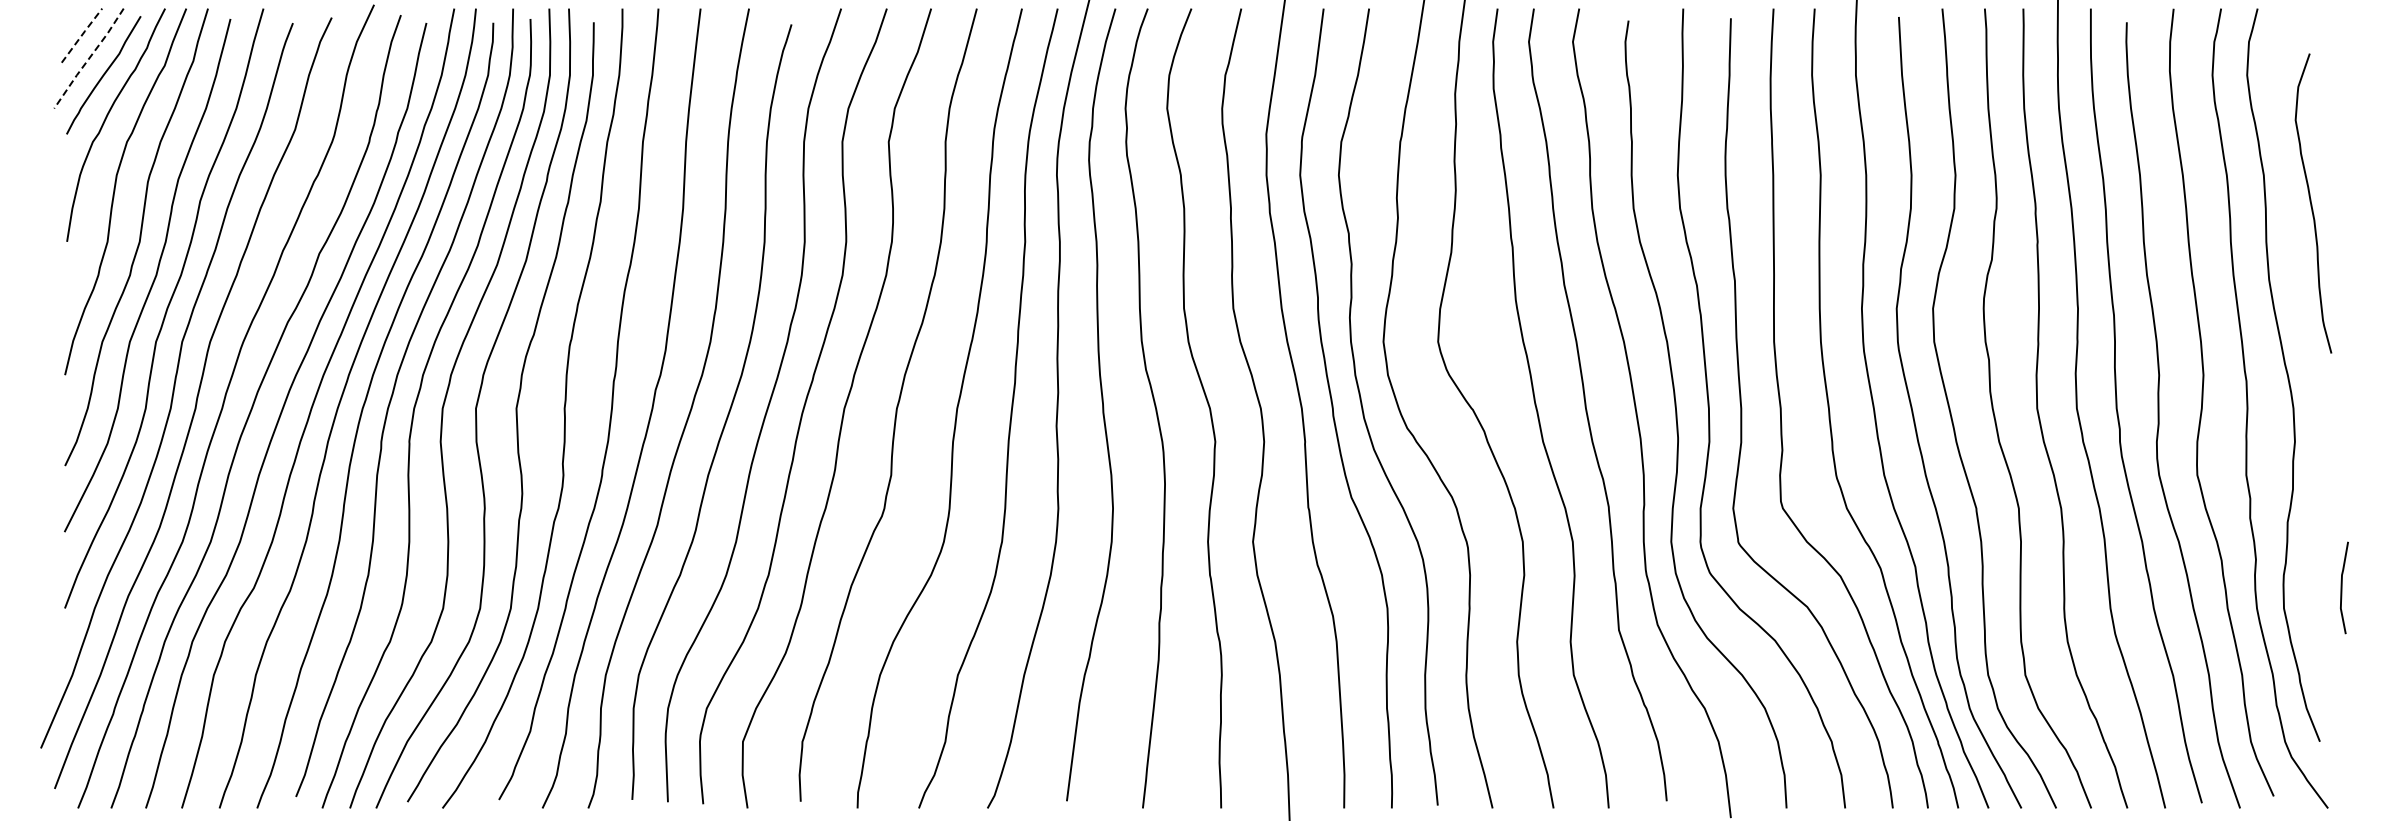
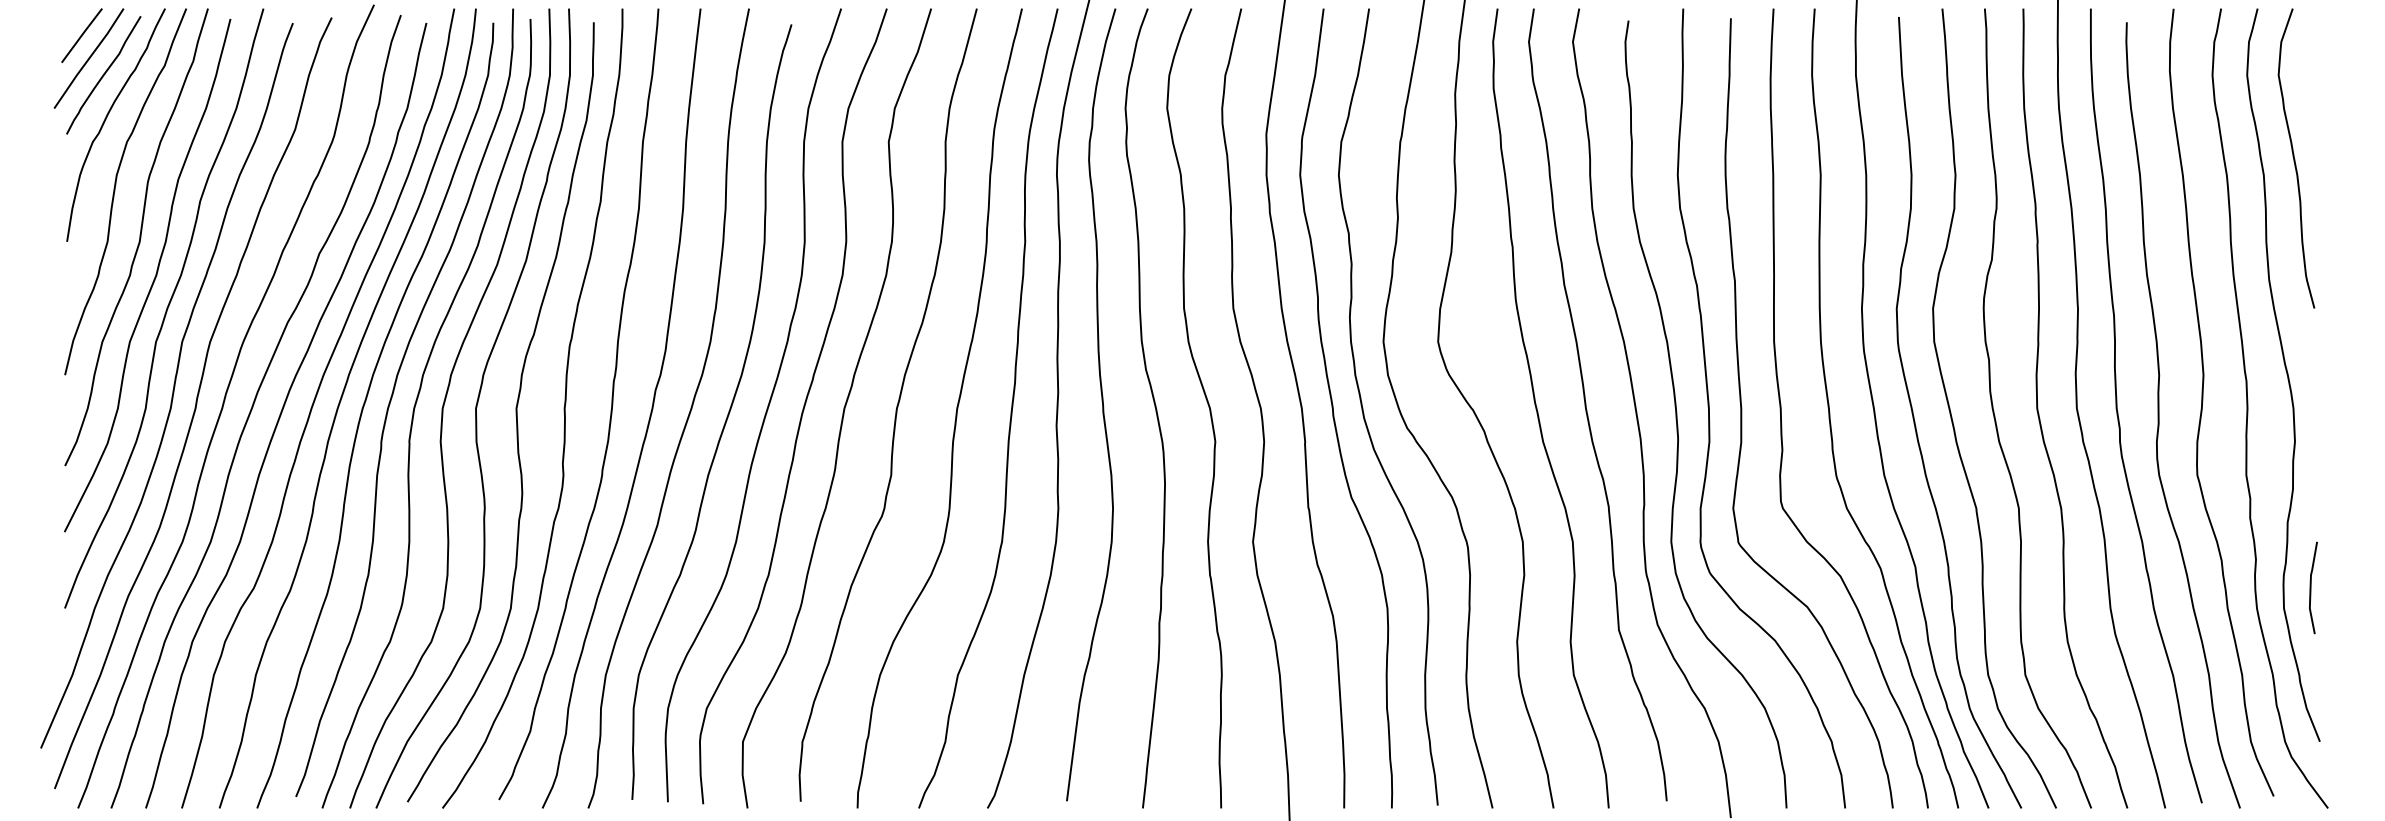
line at (82, 35): dashed -> solid
line at (88, 59): dashed -> solid
curve at (2312, 204) position: (2312, 204) -> (2295, 159)
line at (2342, 587) position: (2342, 587) -> (2311, 587)
